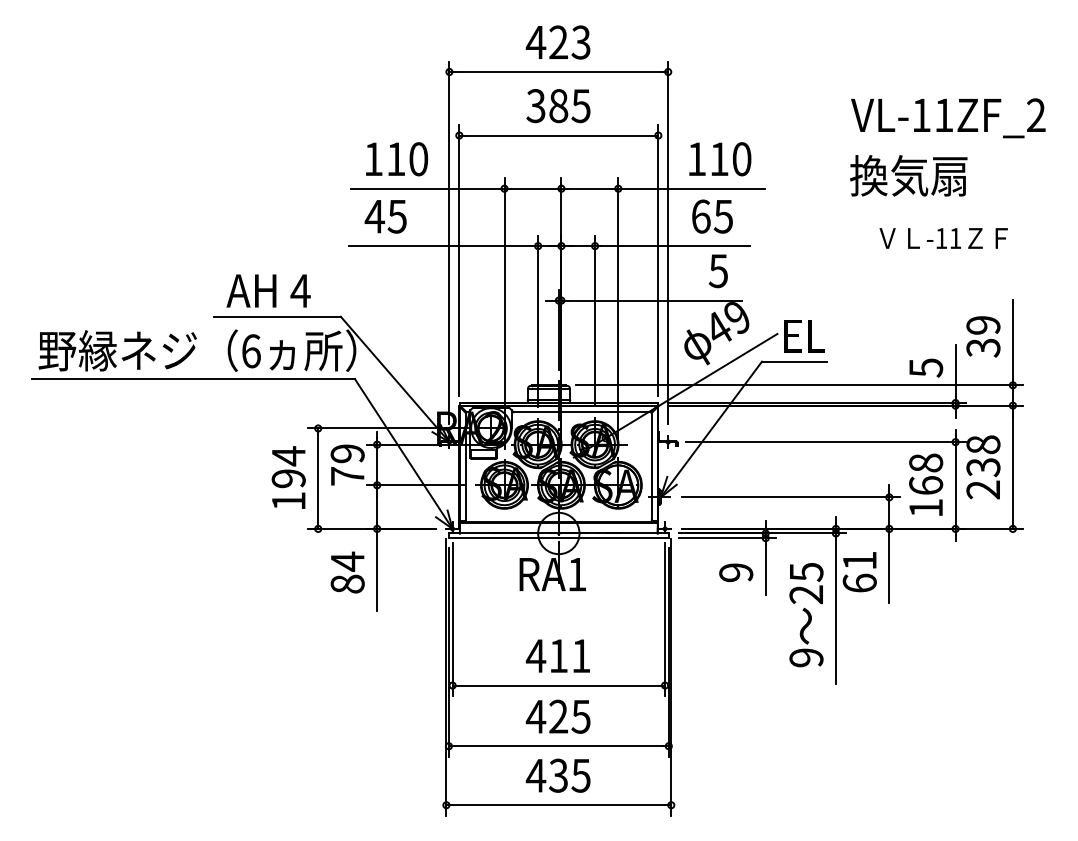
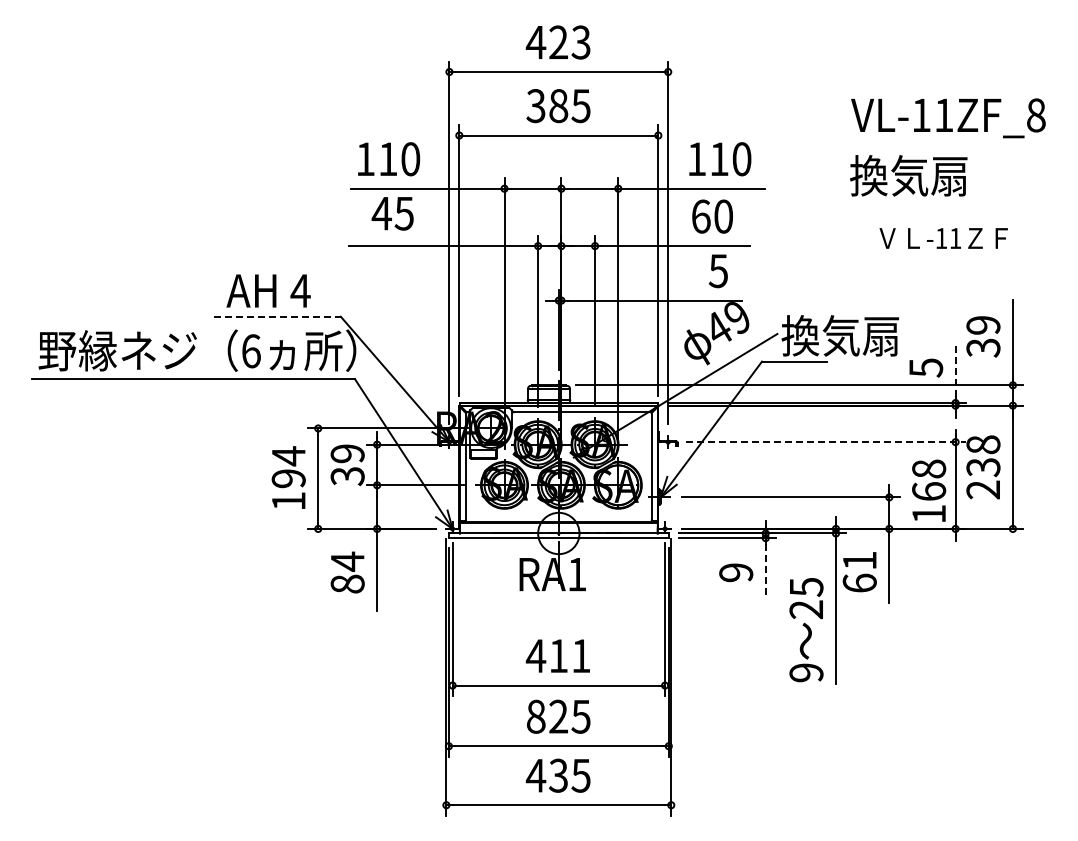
text at (1036, 115): VL-11ZF_2 -> VL-11ZF_8
text at (397, 159) position: (397, 159) -> (389, 159)
text at (385, 216) position: (385, 216) -> (392, 213)
text at (722, 216): 65 -> 60
line at (278, 316): solid -> dashed
text at (839, 335): EL -> 換気扇
line at (955, 370): solid -> dashed
line at (826, 442): solid -> dashed
text at (347, 476): 79 -> 39
text at (926, 484) position: (926, 484) -> (929, 490)
line at (765, 570): solid -> dashed
text at (806, 615) position: (806, 615) -> (806, 630)
text at (535, 716): 425 -> 825
